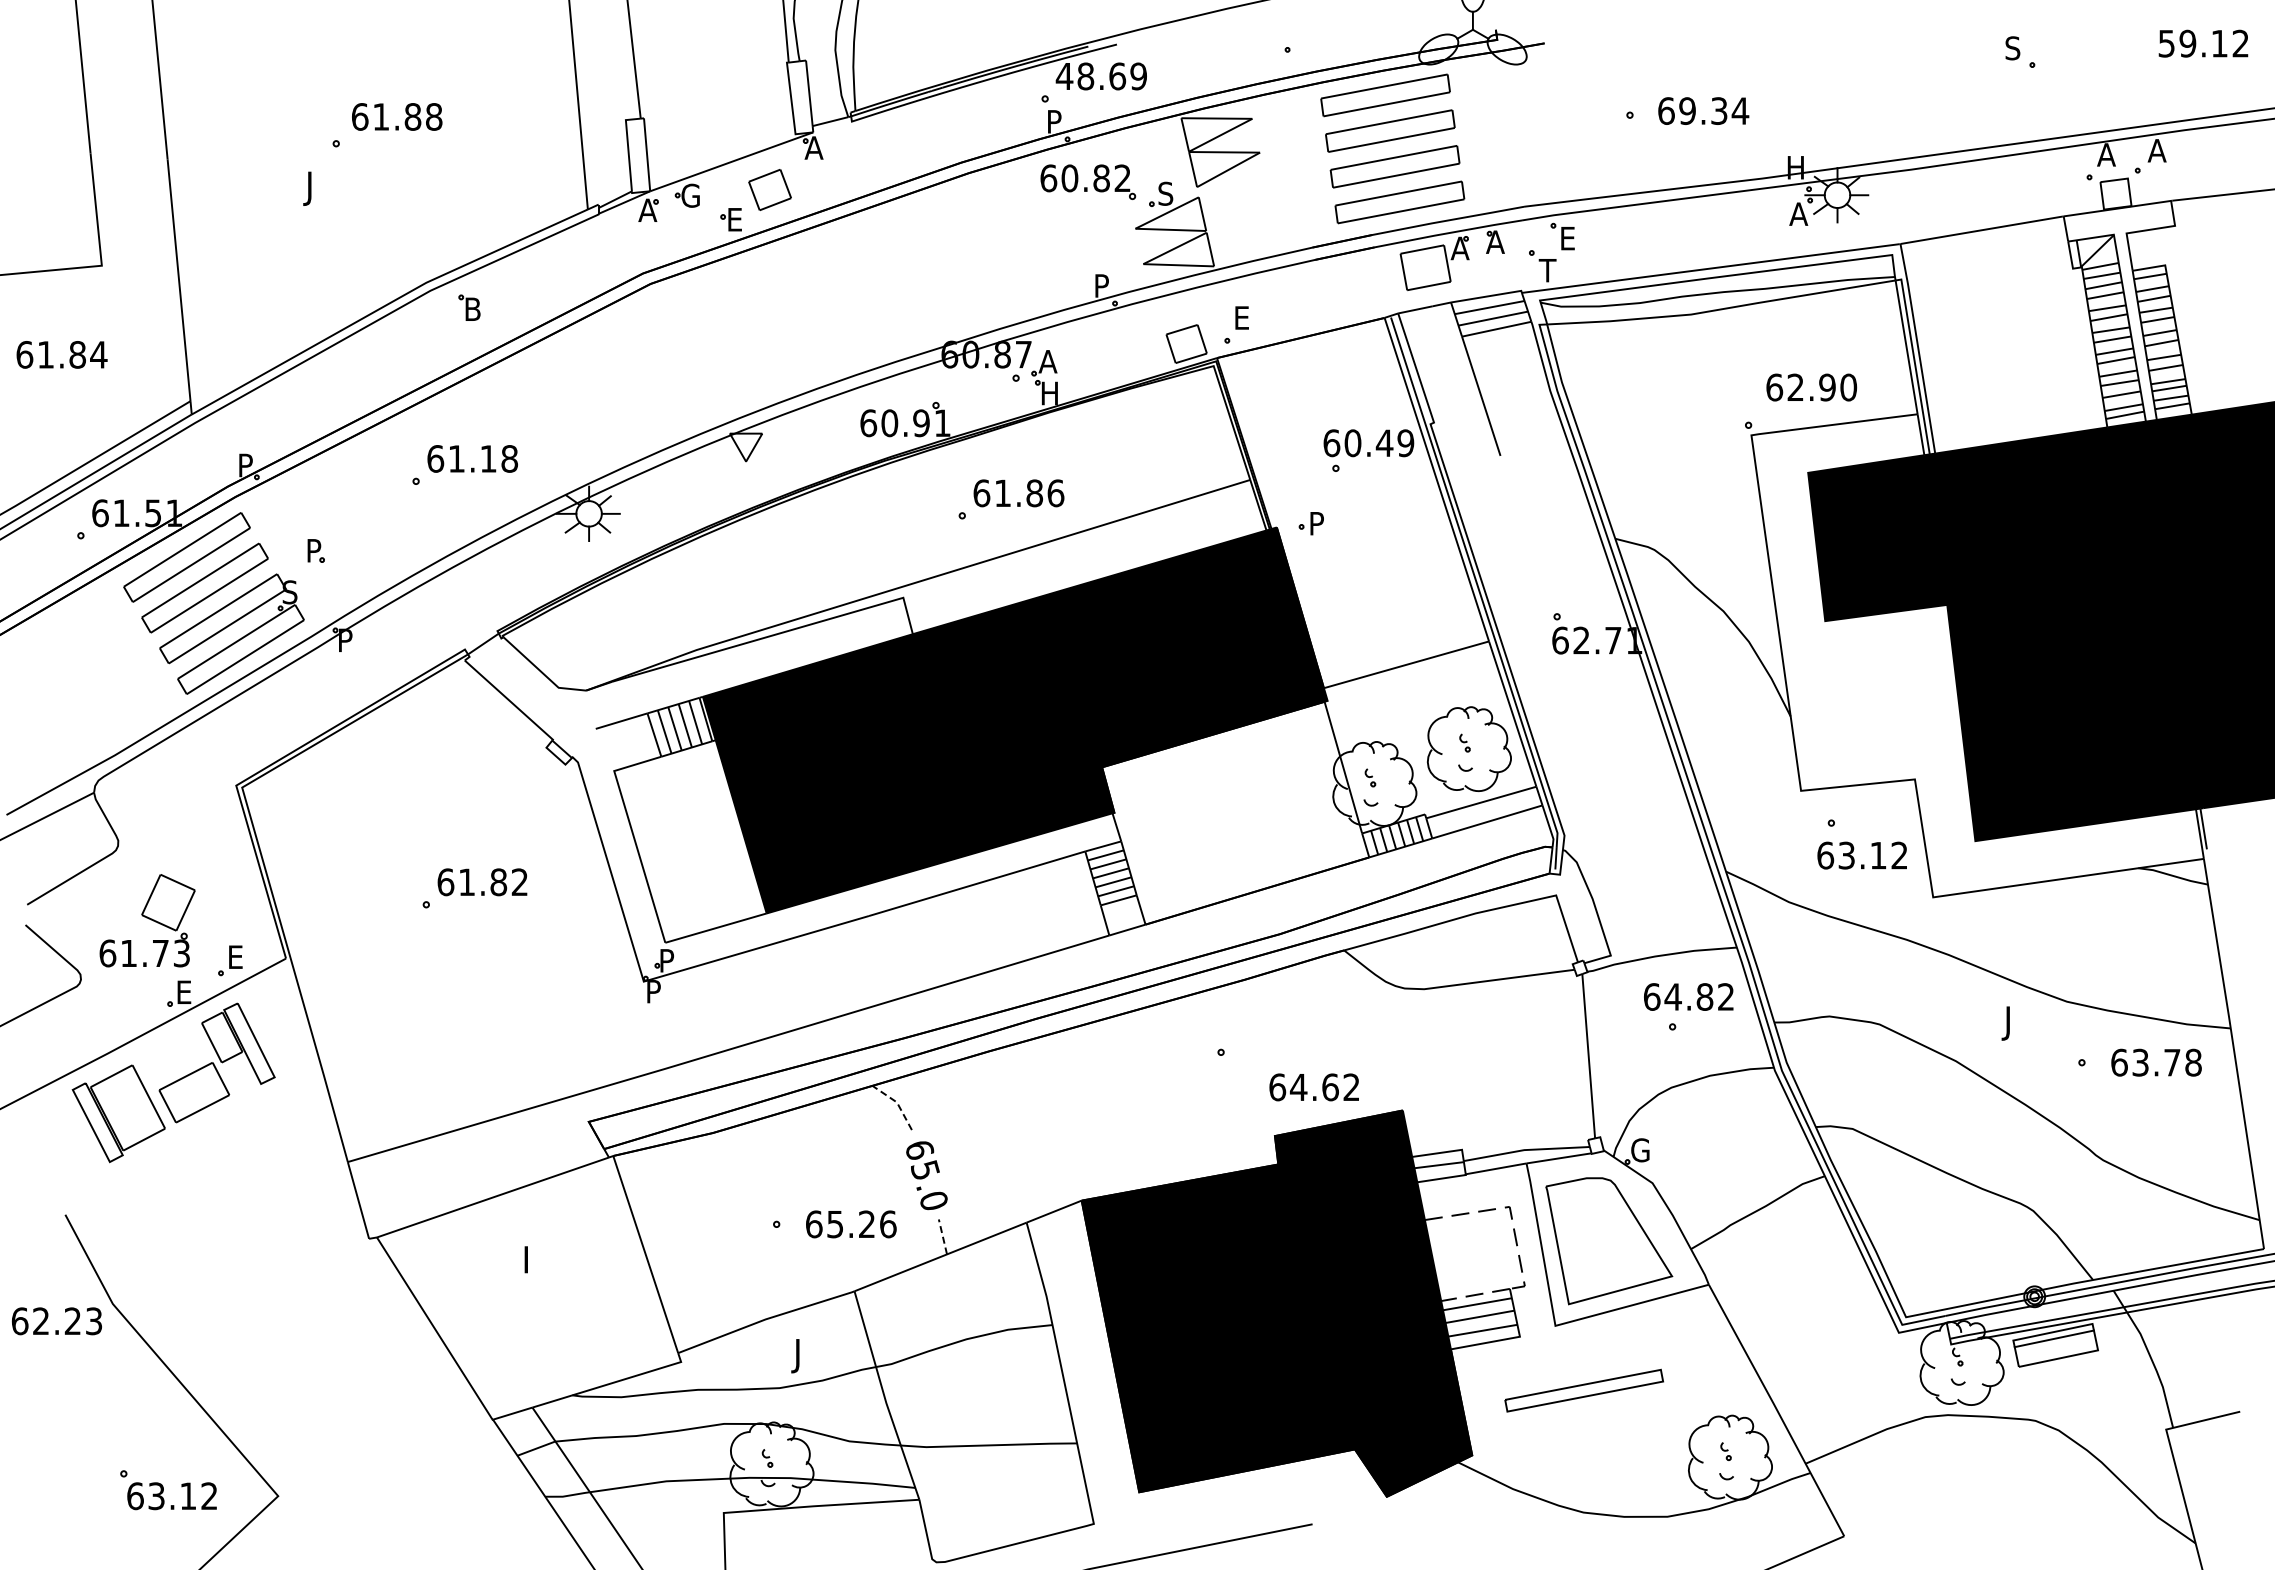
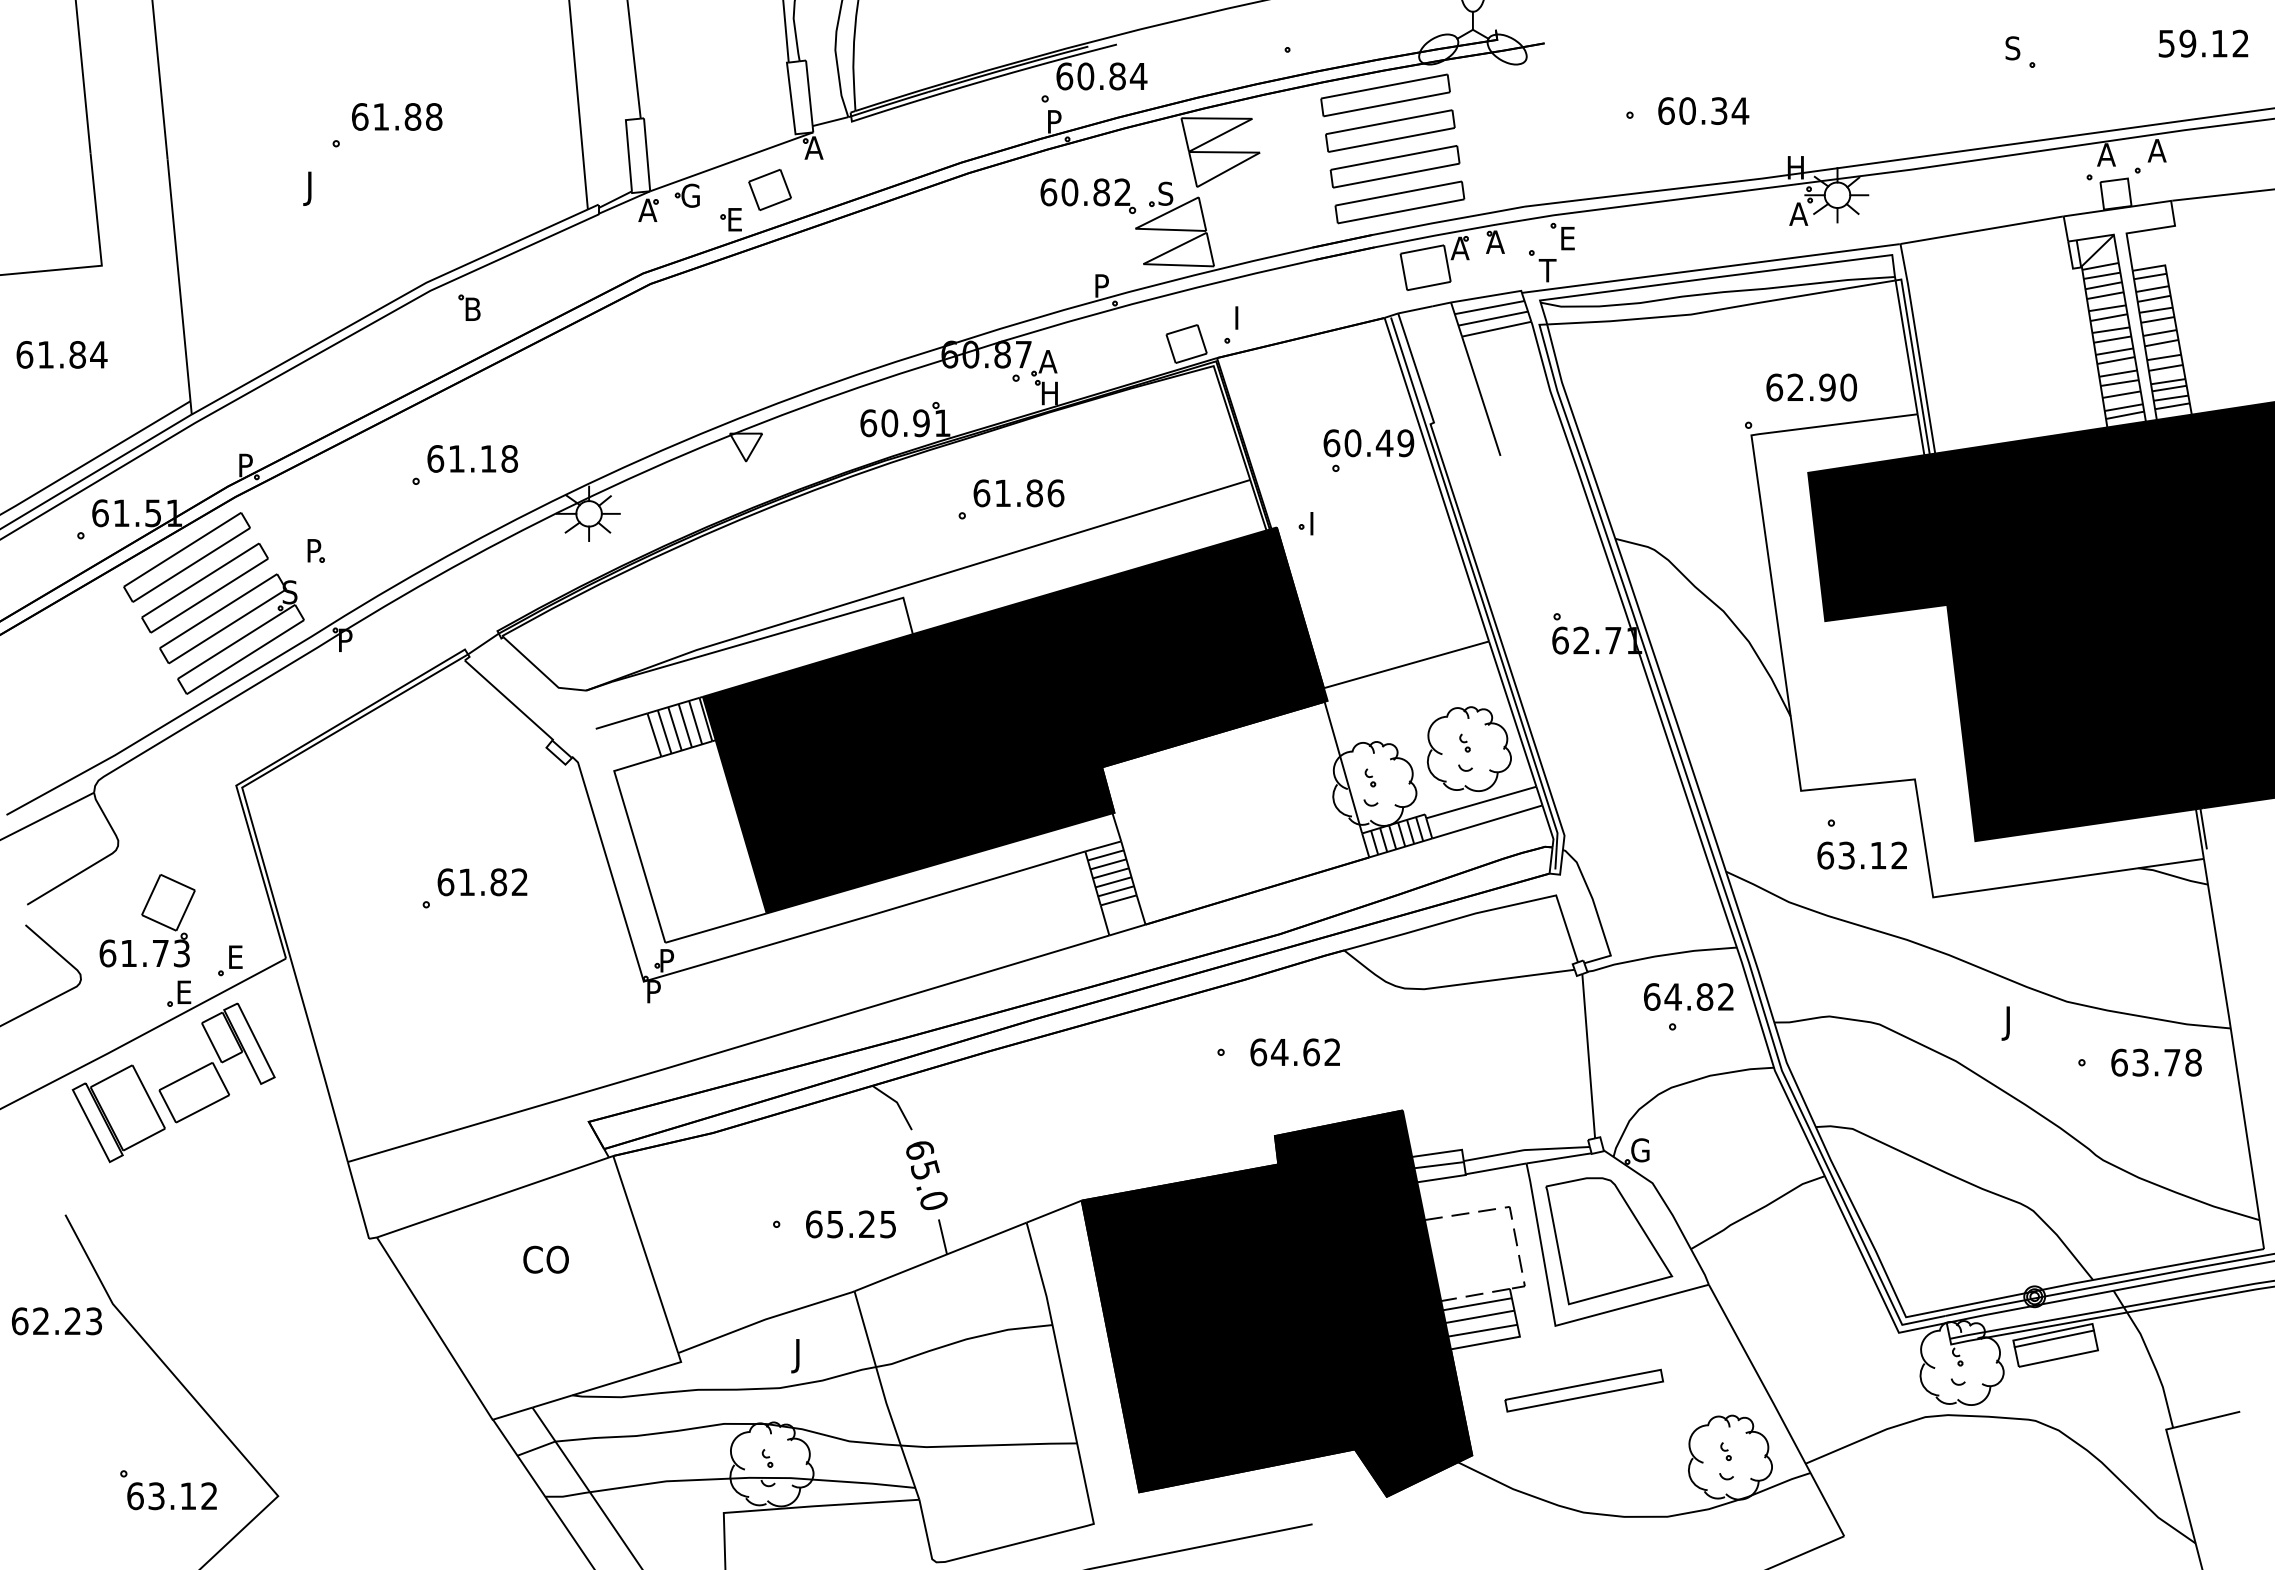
text at (1101, 76): 48.69 -> 60.84
text at (1687, 110): 69.34 -> 60.34
part at (1088, 181) position: (1088, 181) -> (1088, 195)
text at (1243, 317): E -> I
text at (1318, 518): P -> I
text at (1313, 1087) position: (1313, 1087) -> (1294, 1052)
line at (897, 1102): dashed -> solid
text at (888, 1224): 65.26 -> 65.25
line at (942, 1236): dashed -> solid
text at (545, 1259): I -> CO
